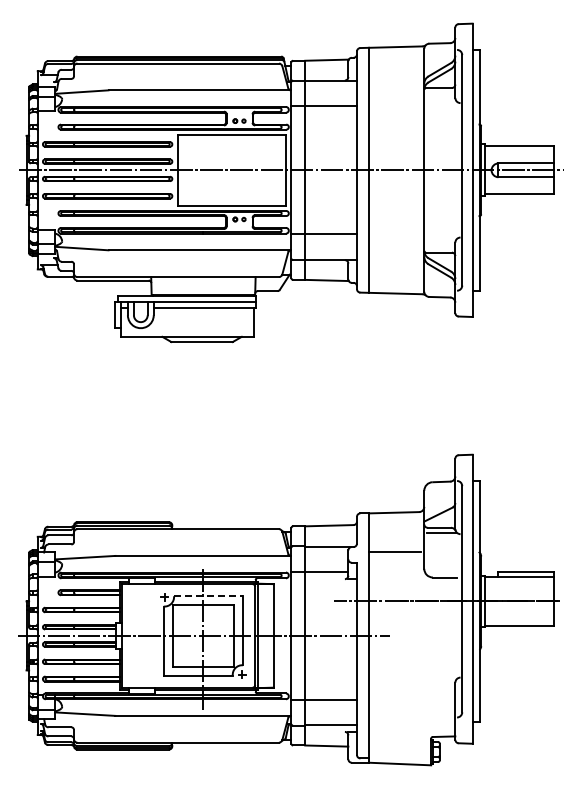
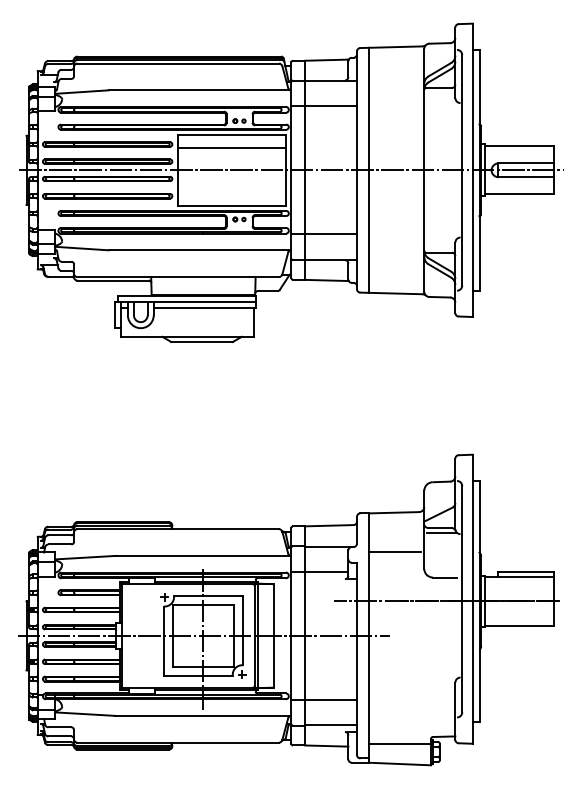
line at (231, 147): none -> present
line at (208, 596): dashed -> solid
line at (400, 744): none -> present
